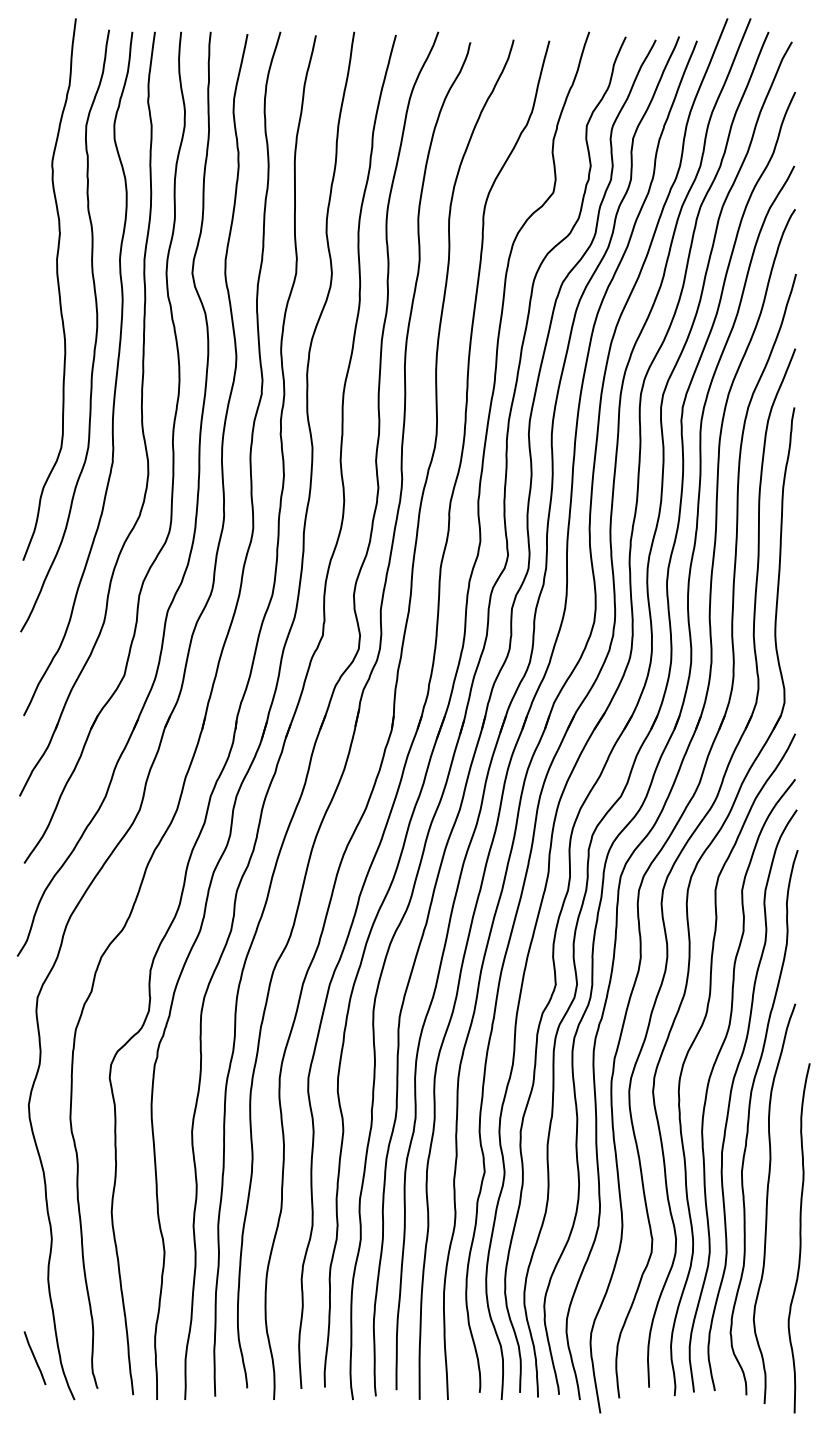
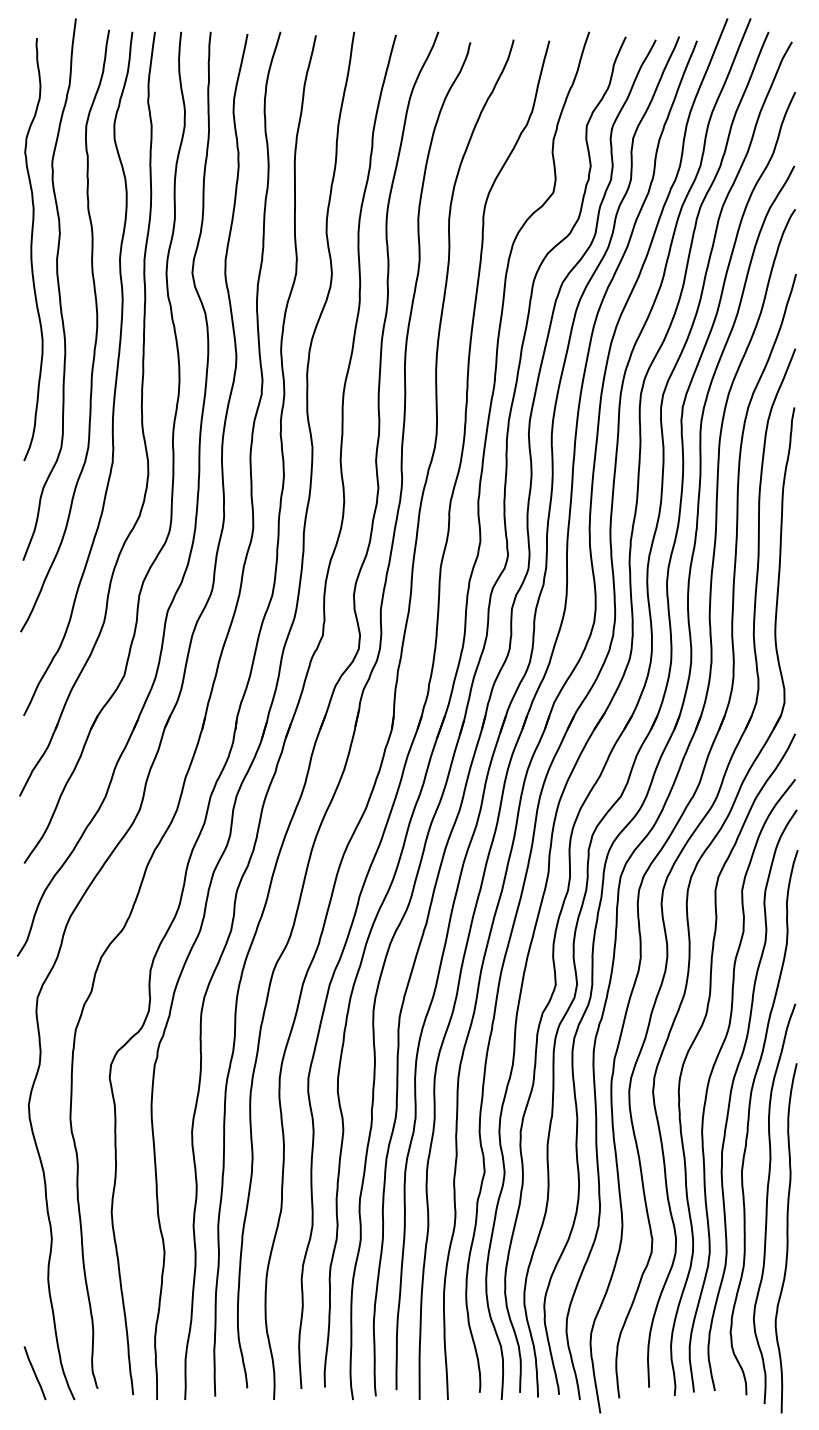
curve at (32, 249): none -> present
curve at (799, 1238) position: (799, 1238) -> (786, 1238)
line at (34, 1358) position: (34, 1358) -> (34, 1373)
